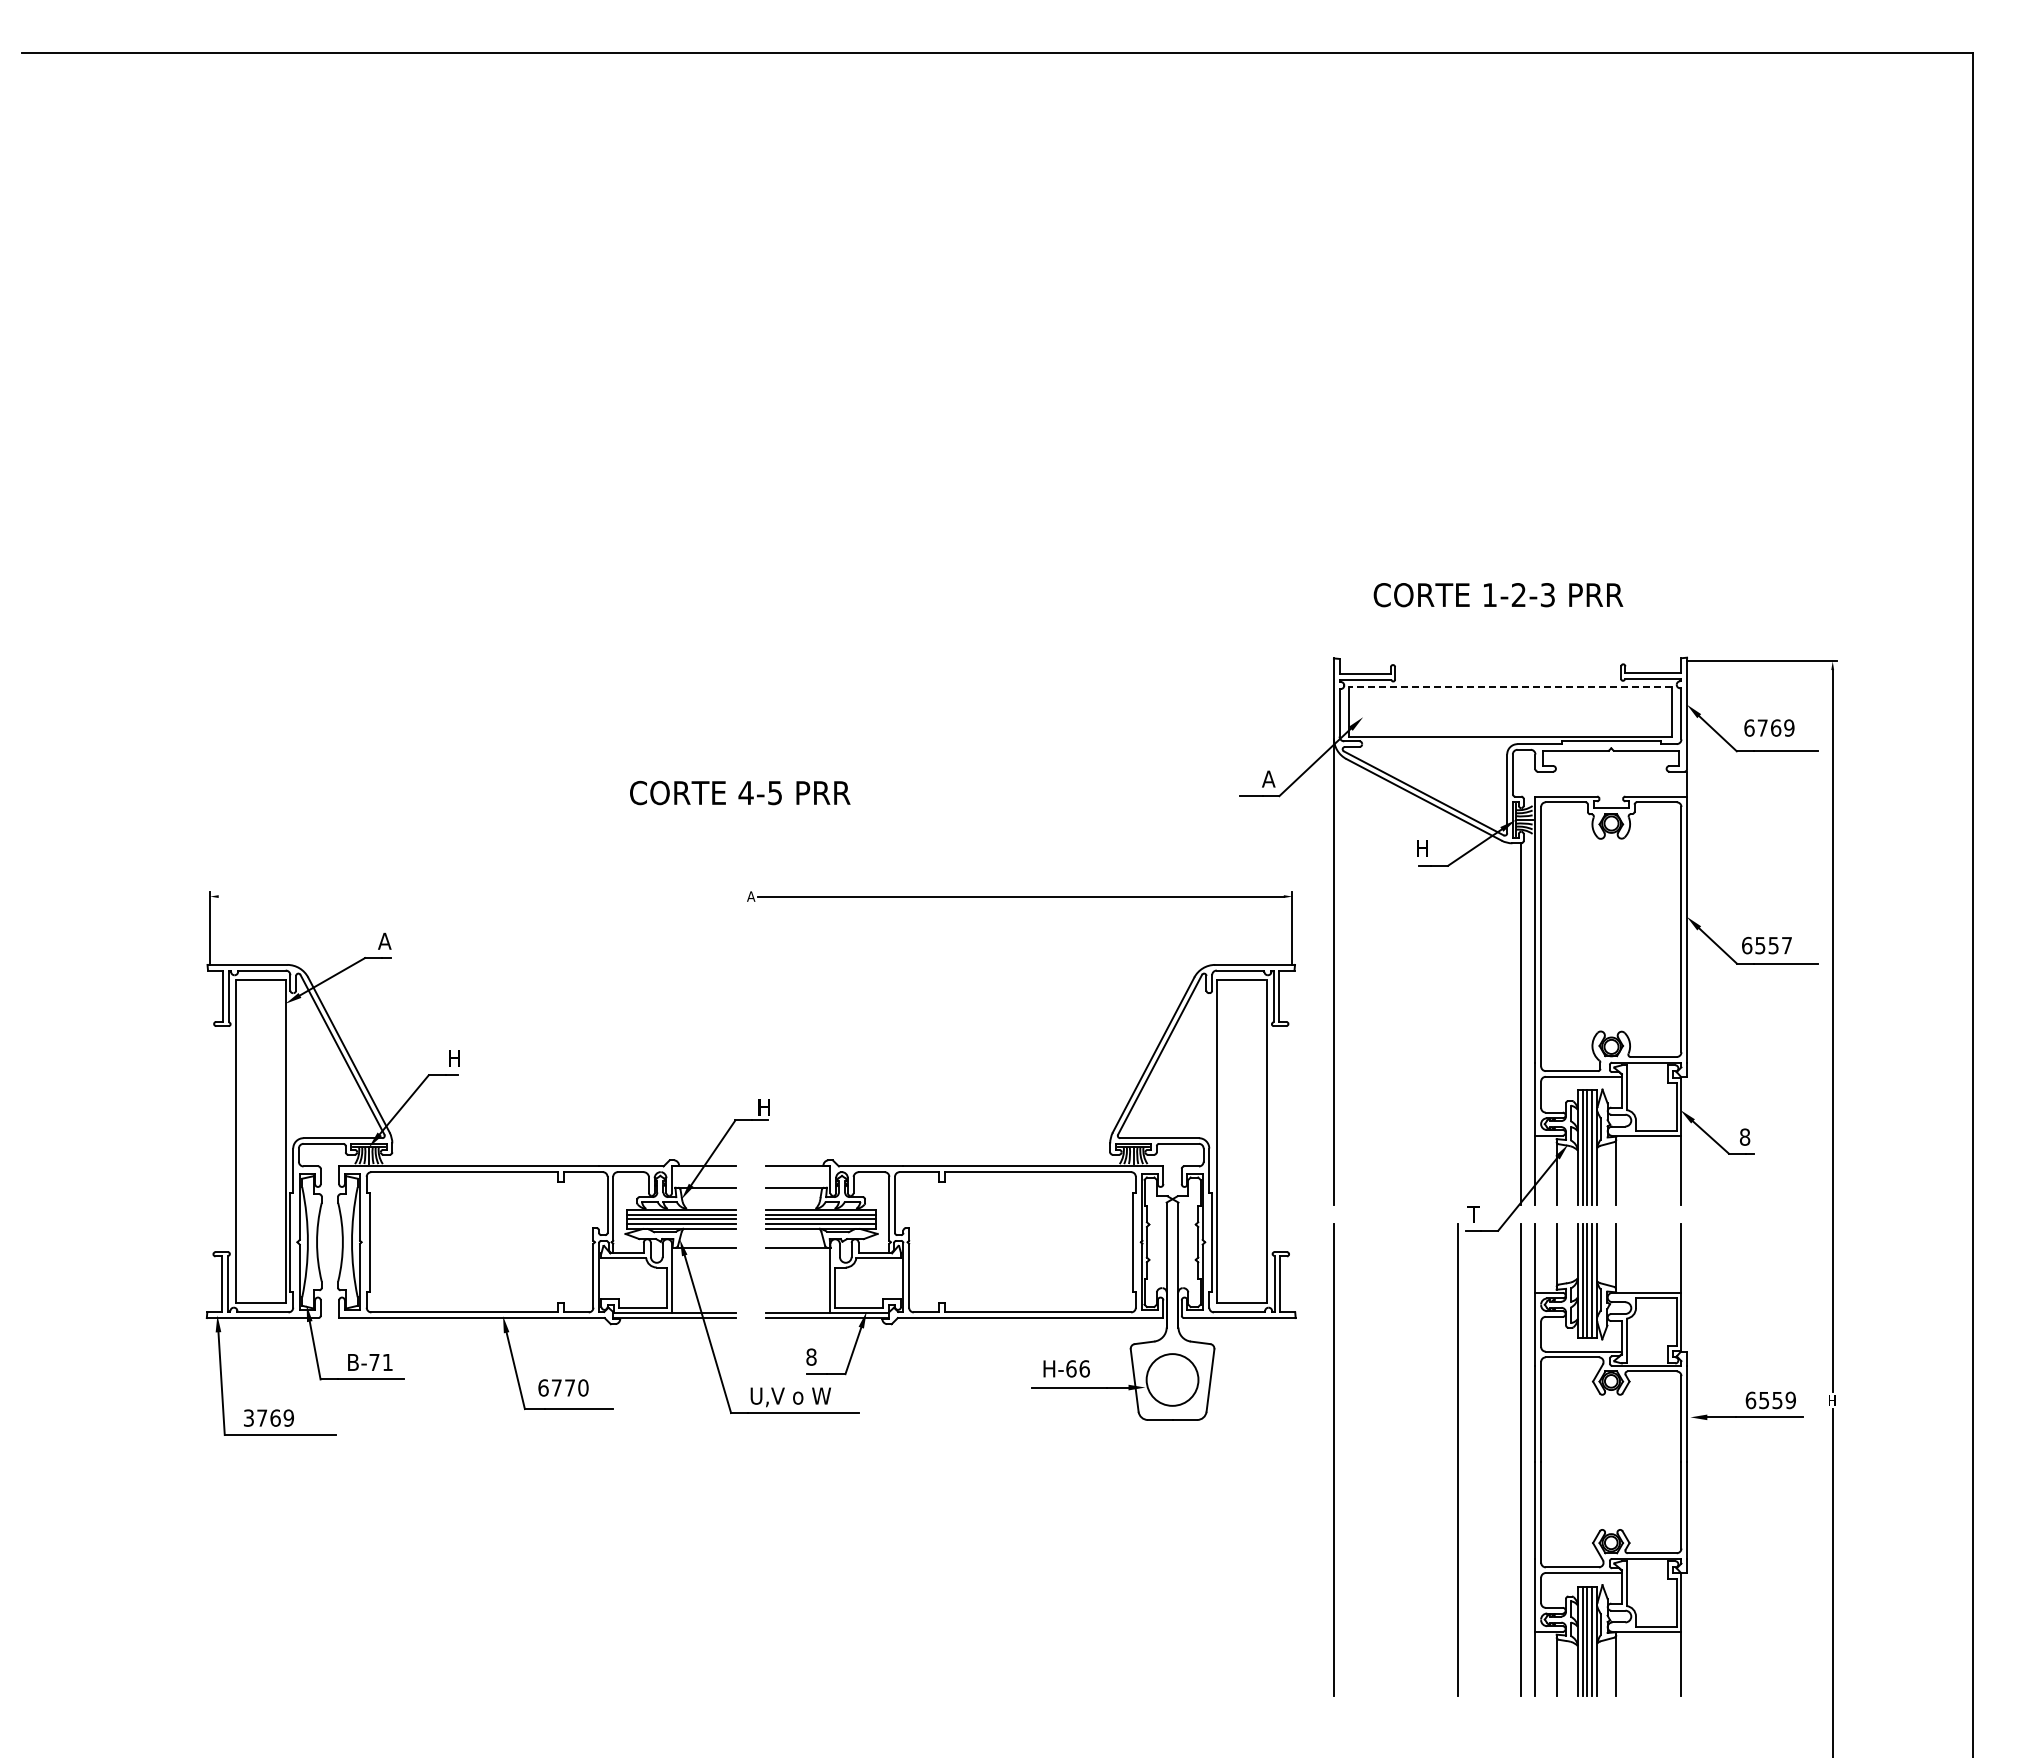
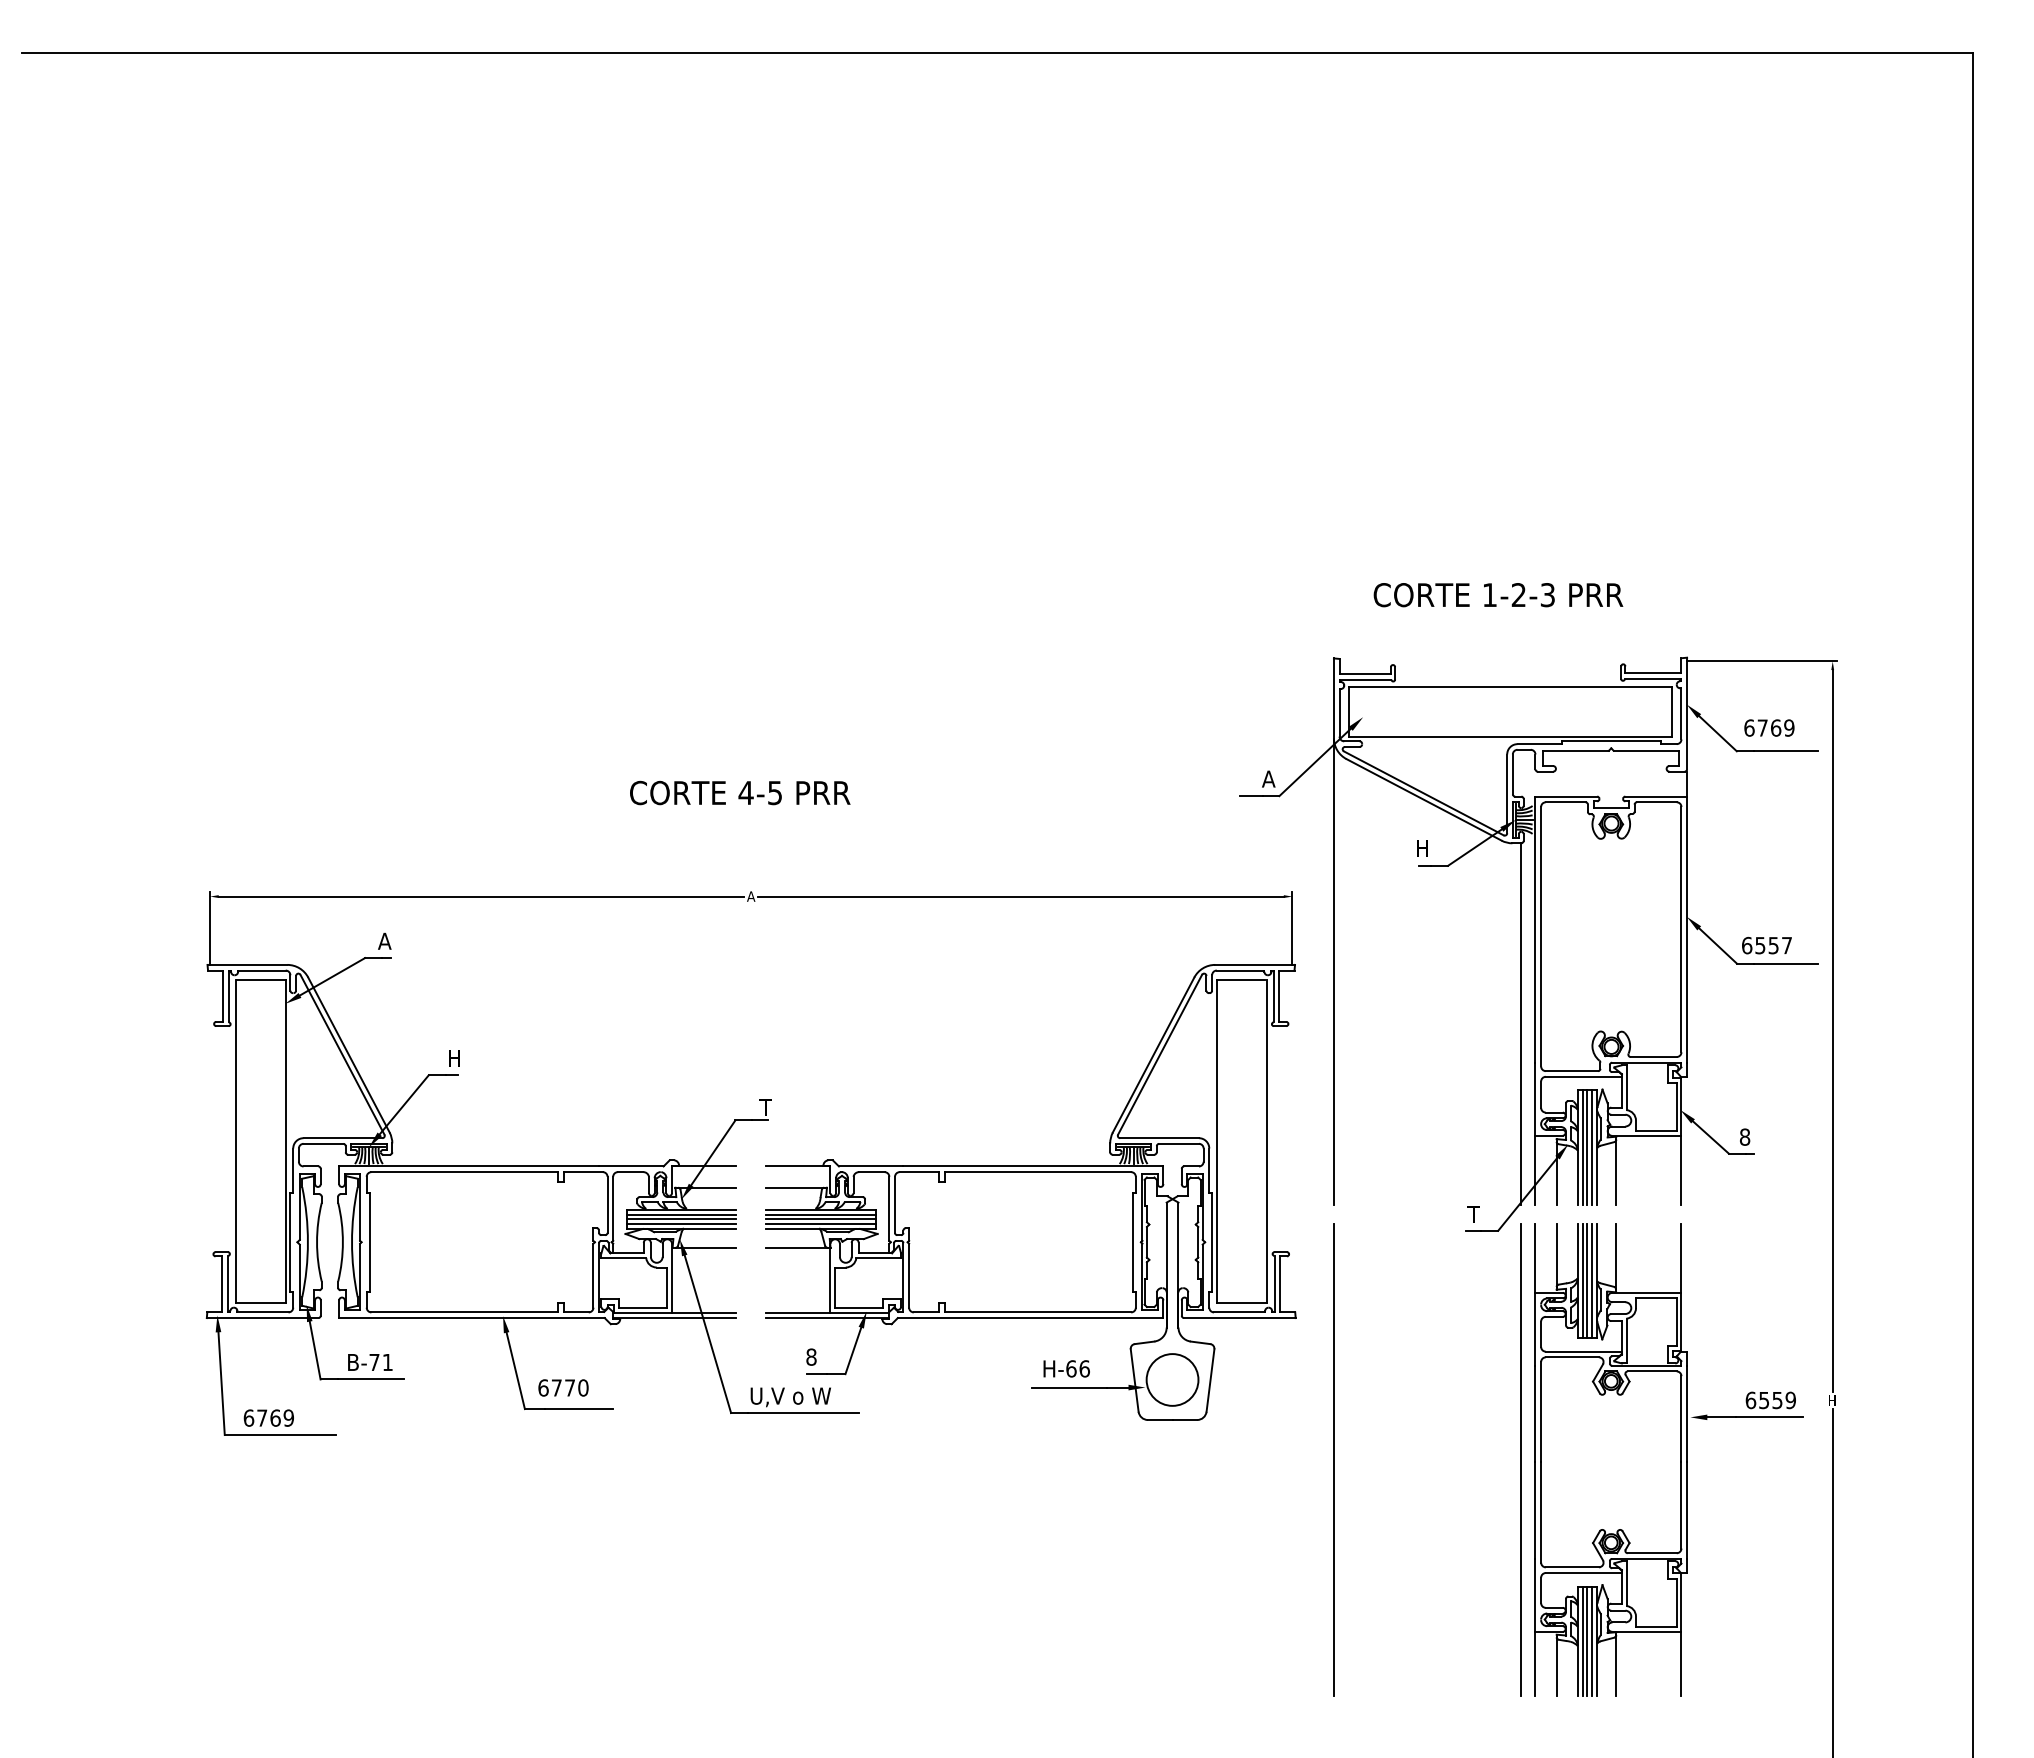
line at (1510, 687): dashed -> solid
line at (481, 896): none -> present
text at (764, 1107): H -> T
text at (248, 1417): 3769 -> 6769
line at (1457, 1459): present -> none
